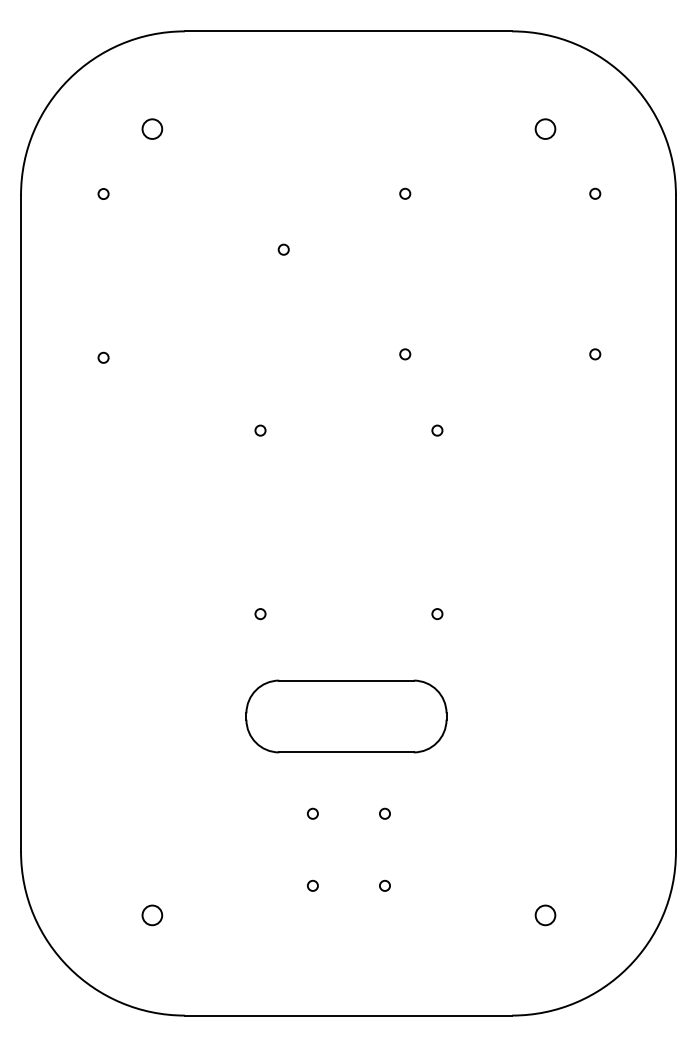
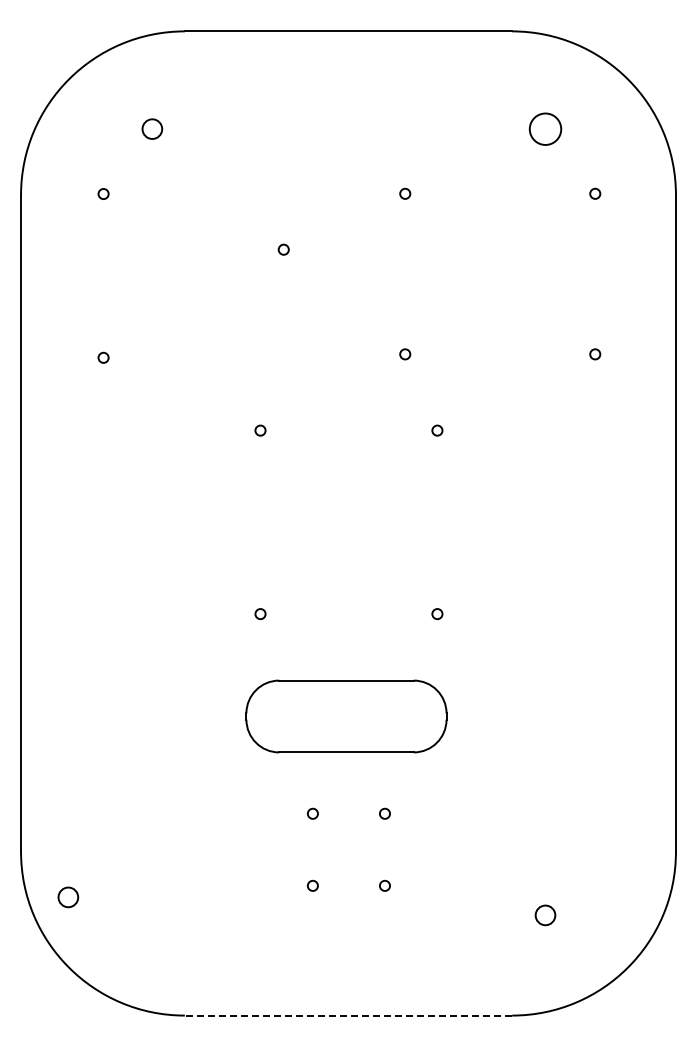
circle at (545, 128) size: 23x22 px -> 35x34 px
circle at (152, 915) position: (152, 915) -> (68, 897)
line at (348, 1015): solid -> dashed
